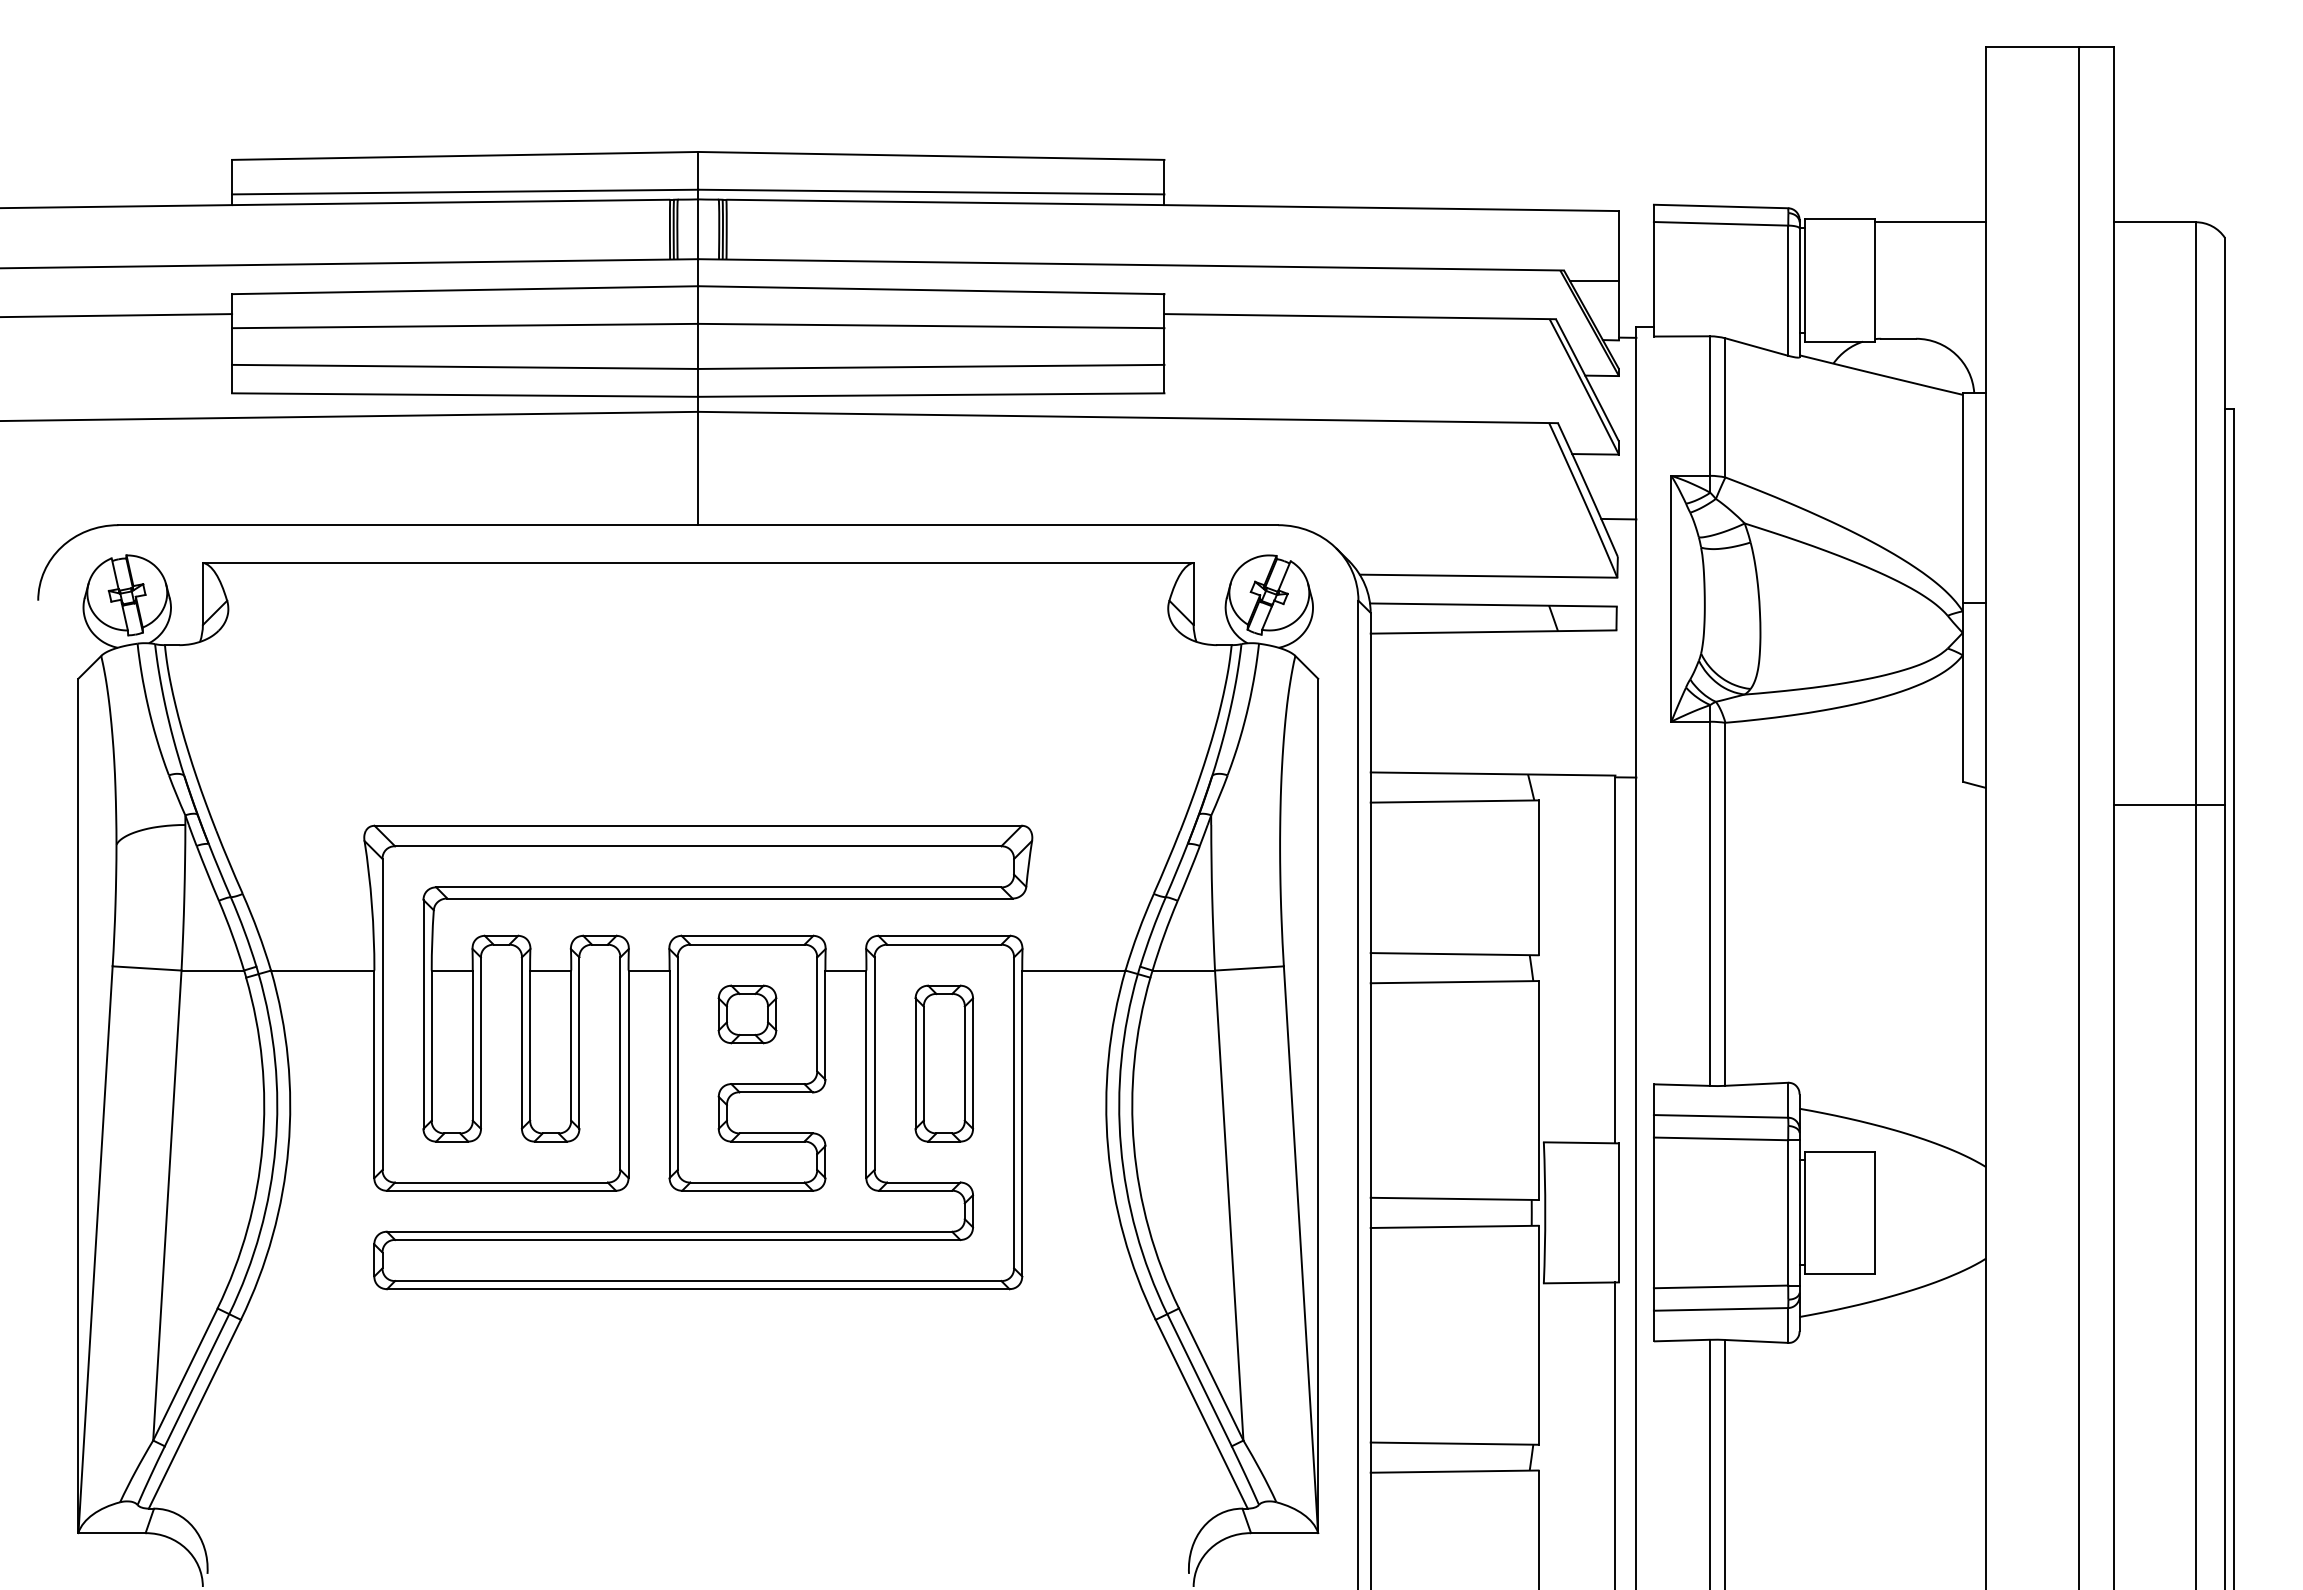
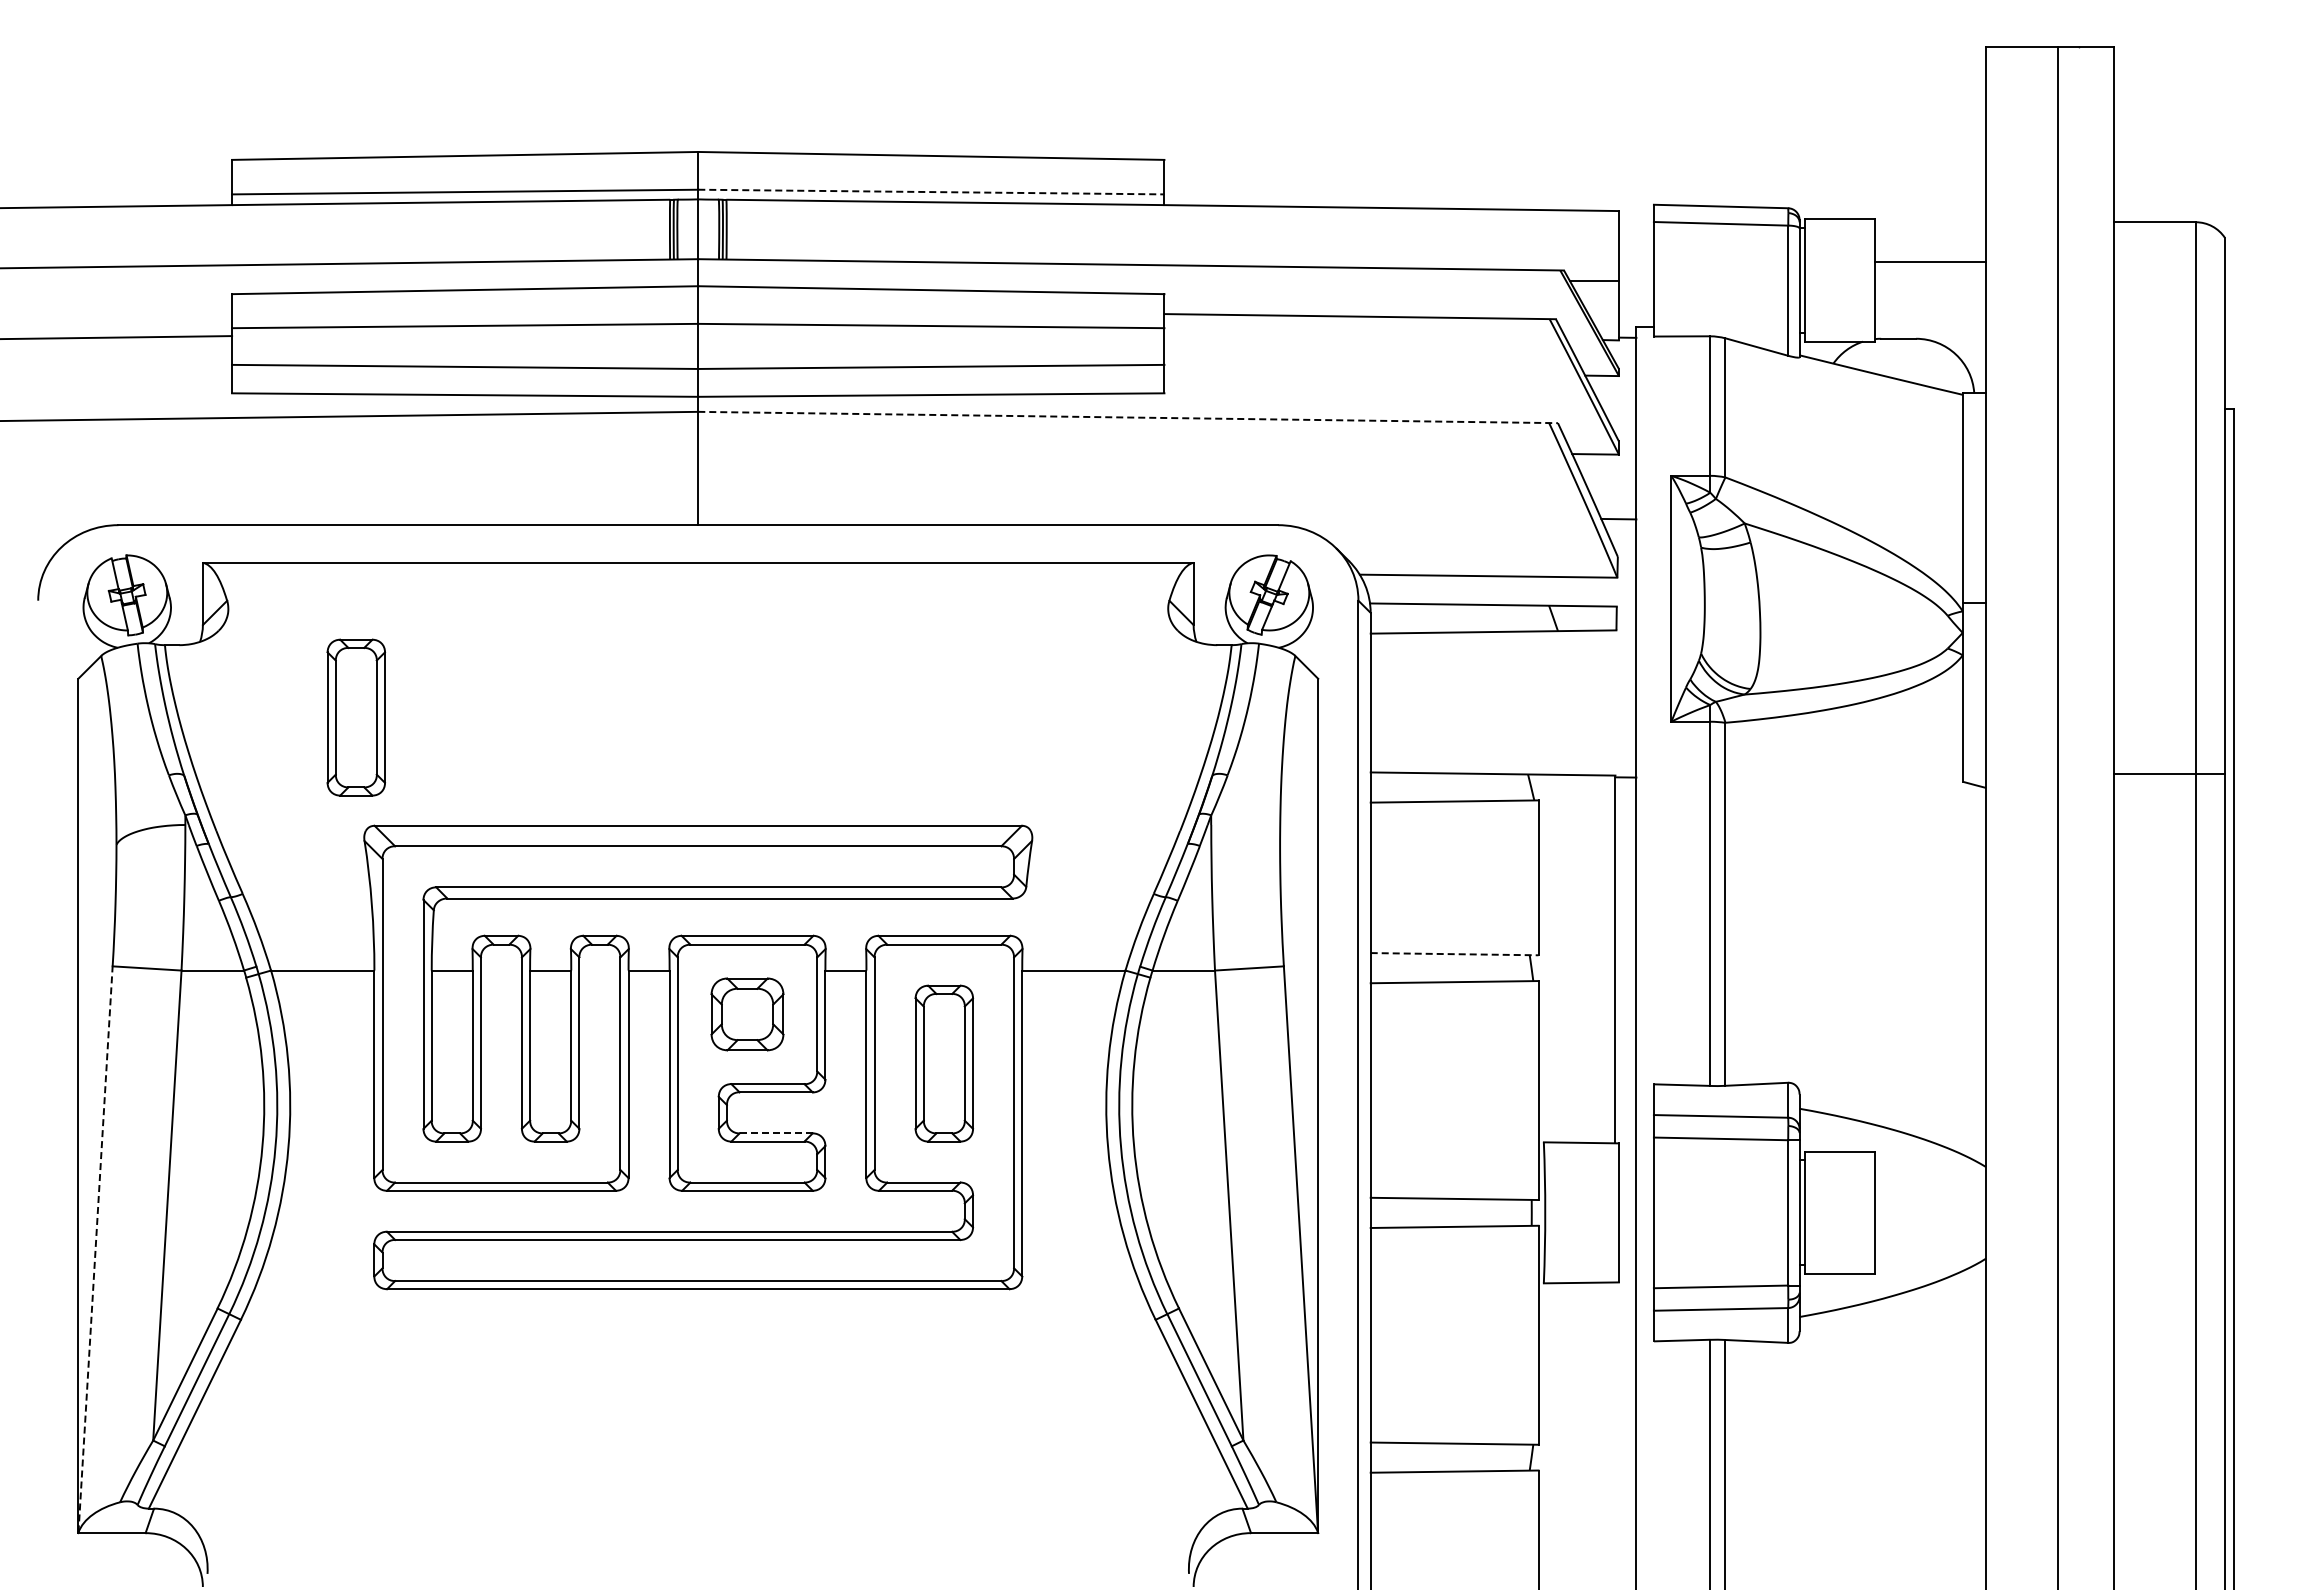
line at (931, 192): solid -> dashed
line at (1930, 222) position: (1930, 222) -> (1930, 262)
line at (117, 315) position: (117, 315) -> (117, 337)
line at (1128, 417): solid -> dashed
part at (355, 717): none -> present
line at (2169, 804) position: (2169, 804) -> (2169, 773)
line at (2079, 816) position: (2079, 816) -> (2058, 816)
line at (1454, 954): solid -> dashed
part at (747, 1014) size: 61x61 px -> 75x75 px
line at (776, 1133): solid -> dashed
line at (95, 1249): solid -> dashed
line at (1615, 1434): present -> none
